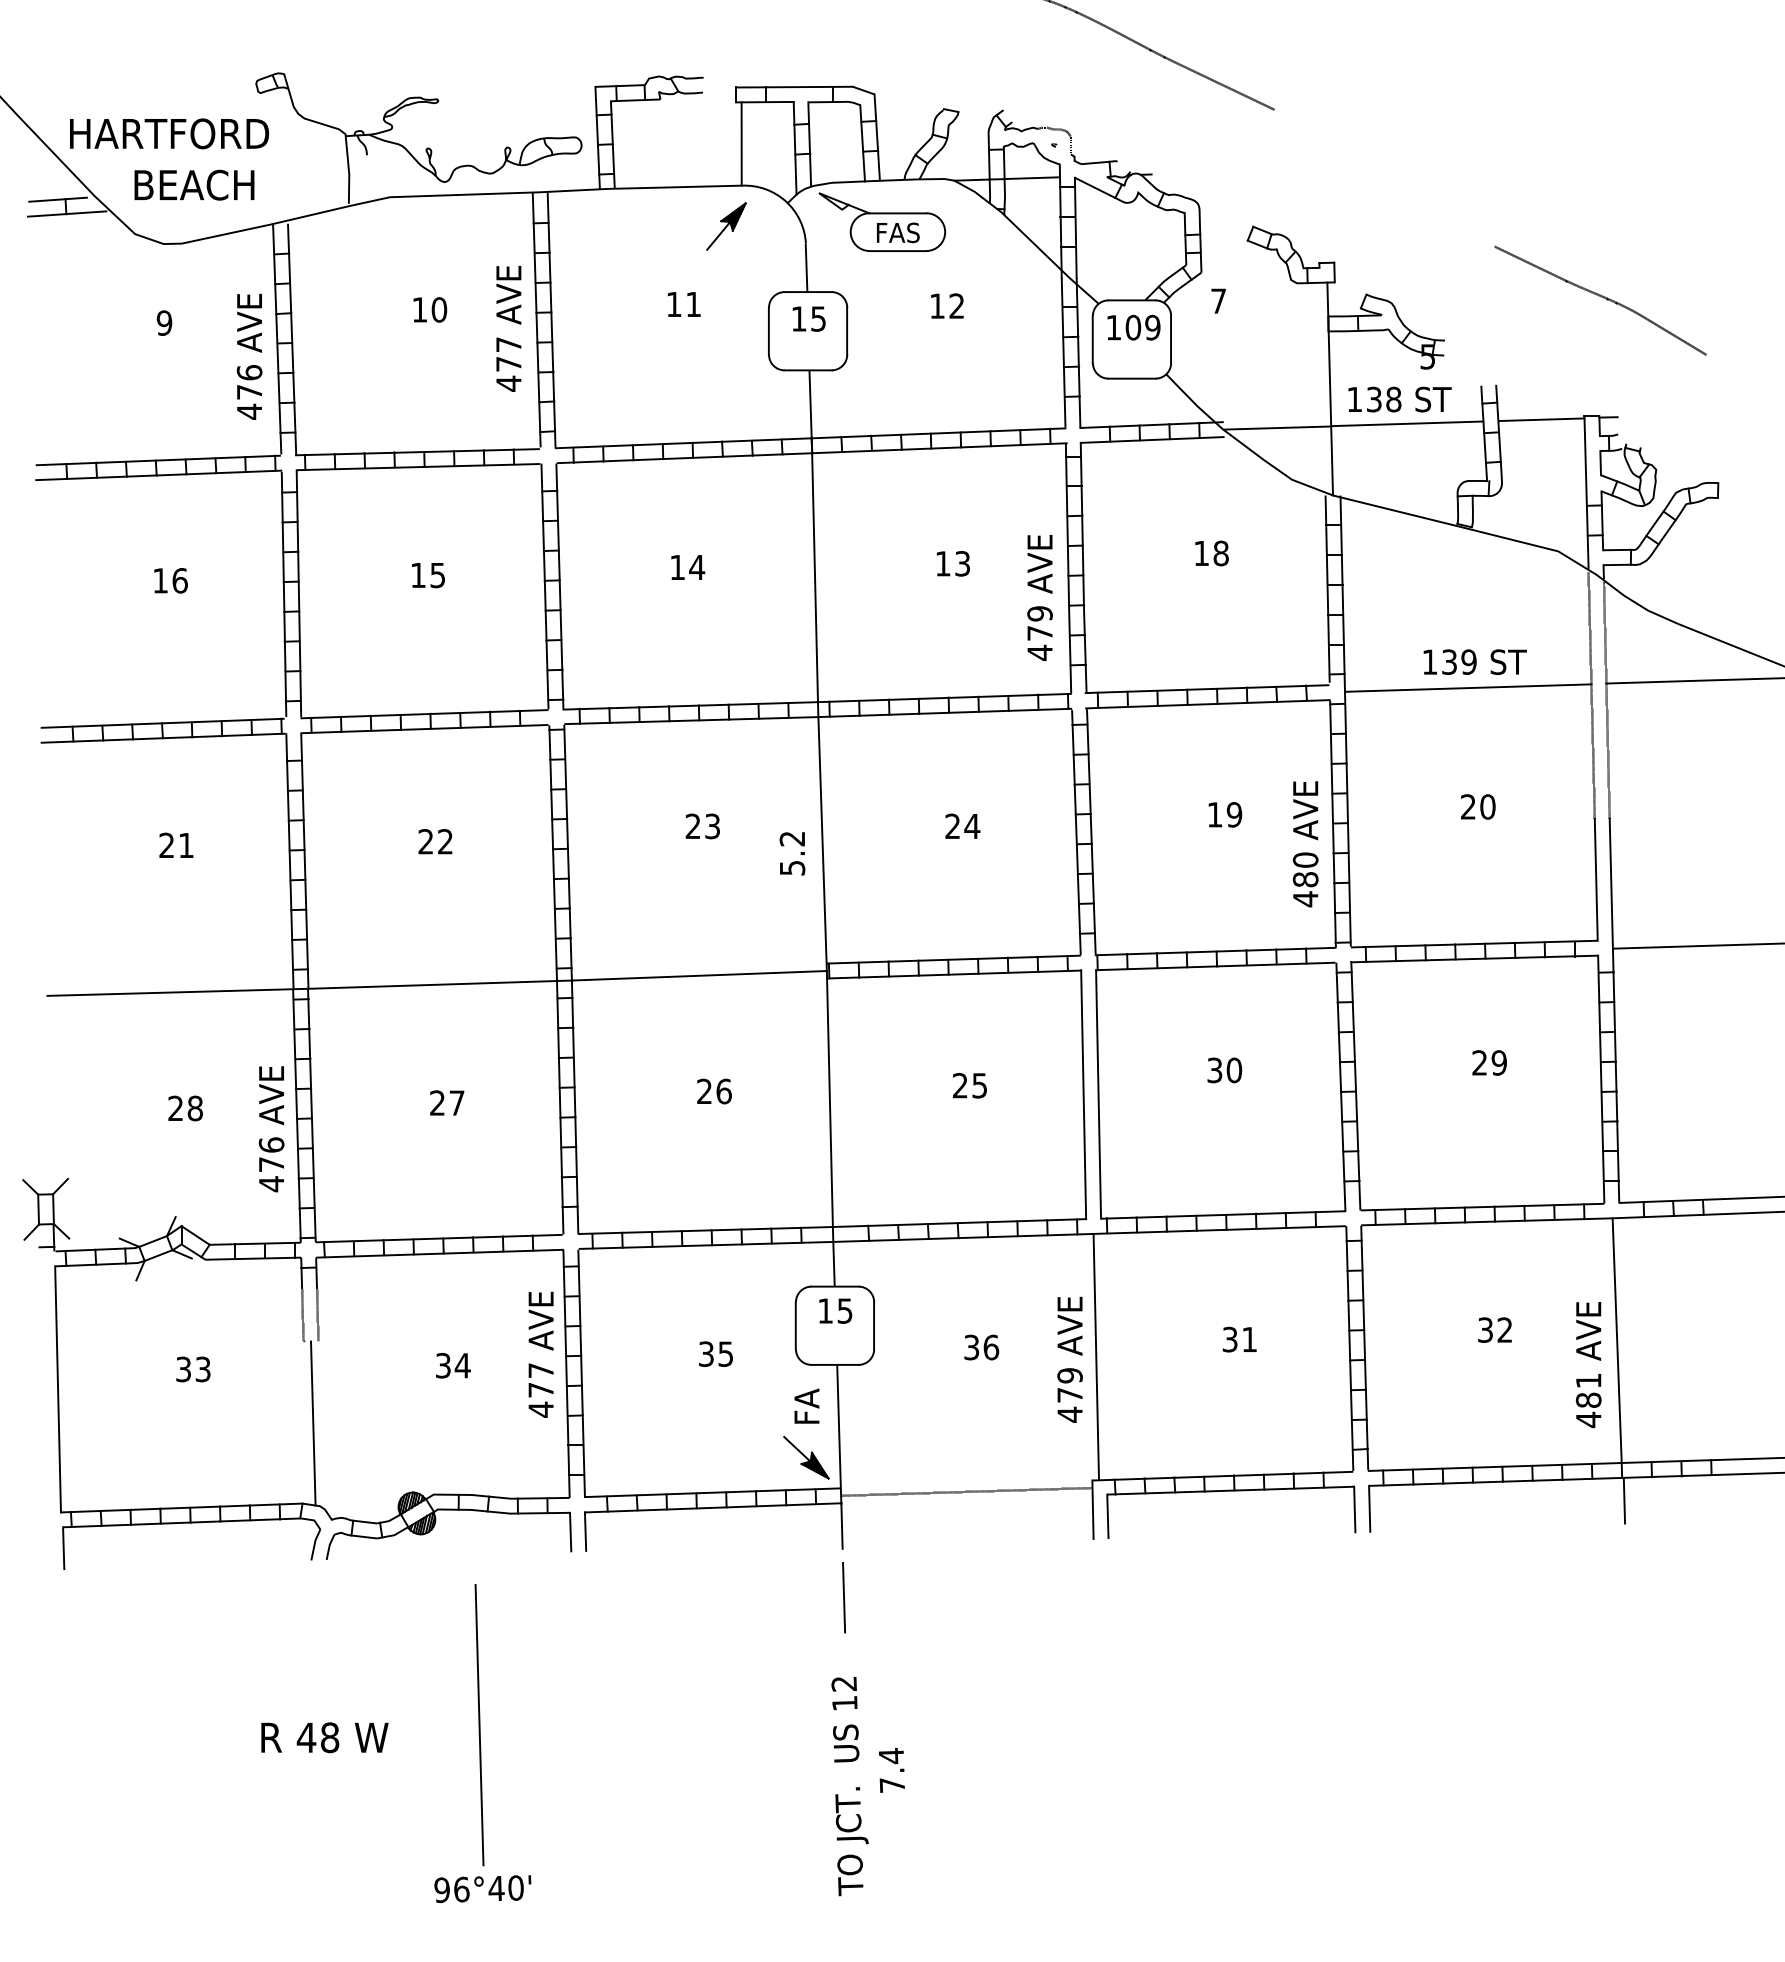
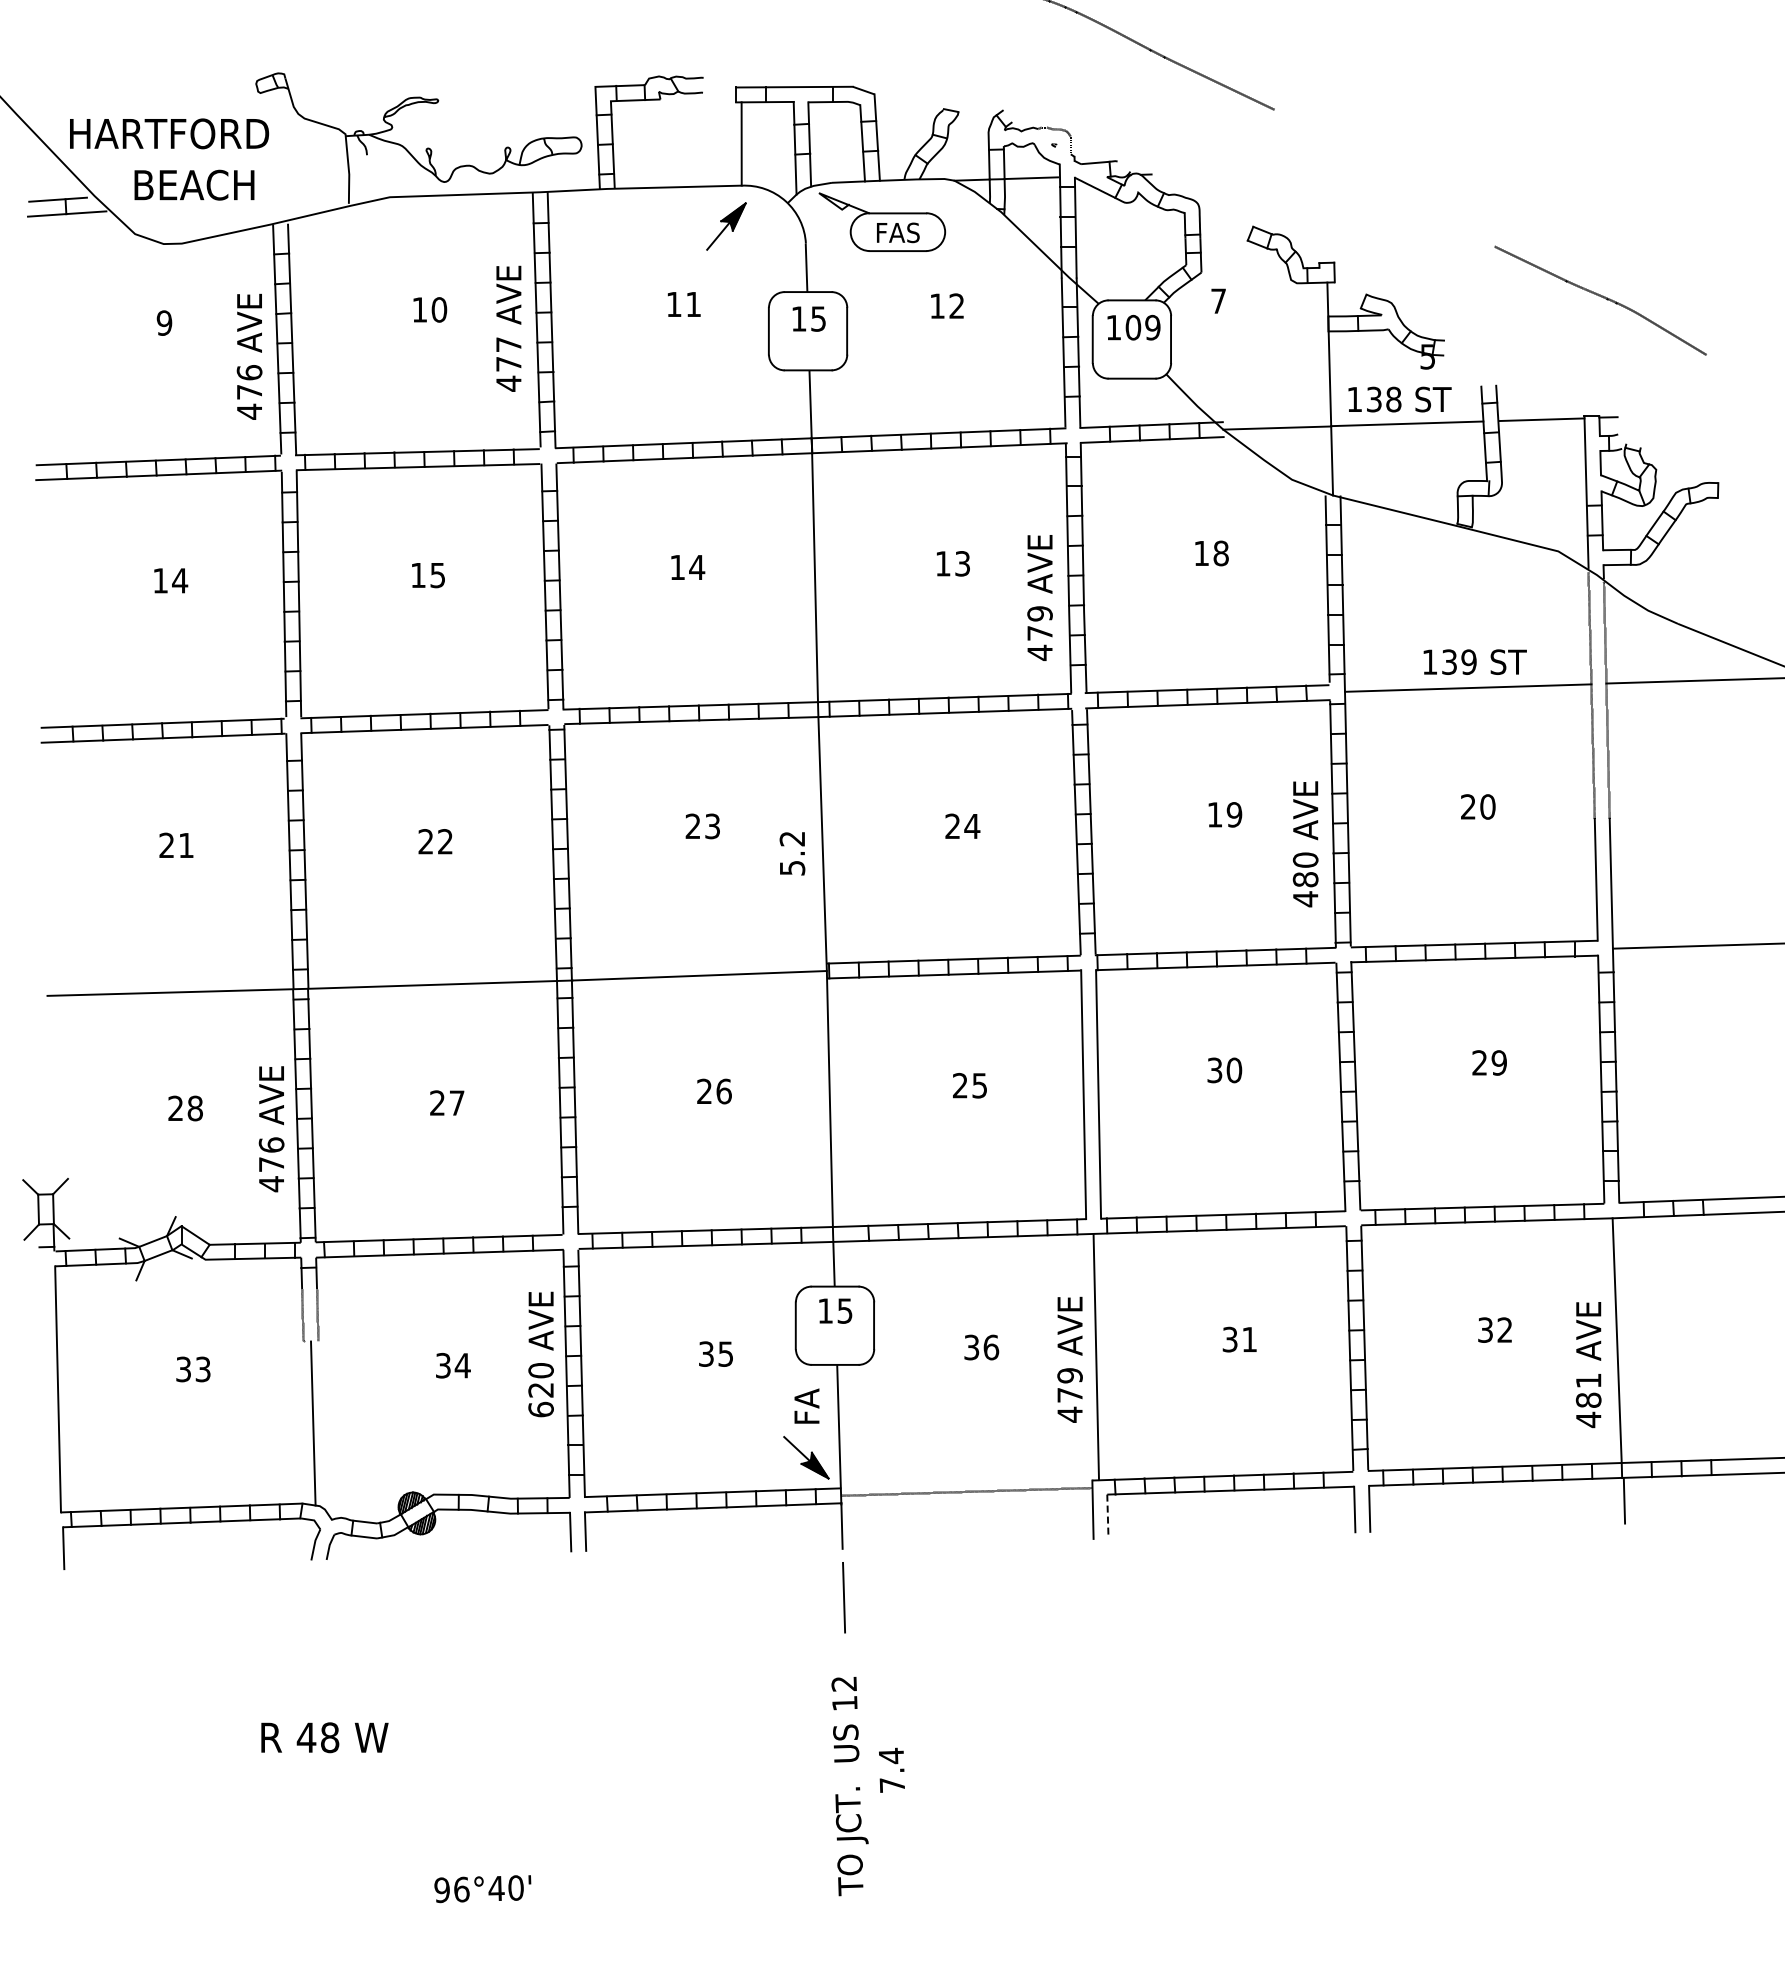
text at (180, 580): 16 -> 14
text at (540, 1390): 477 -> 620
line at (1107, 1516): solid -> dashed
line at (479, 1724): present -> none
